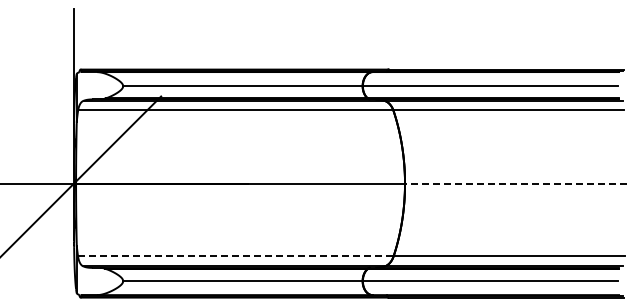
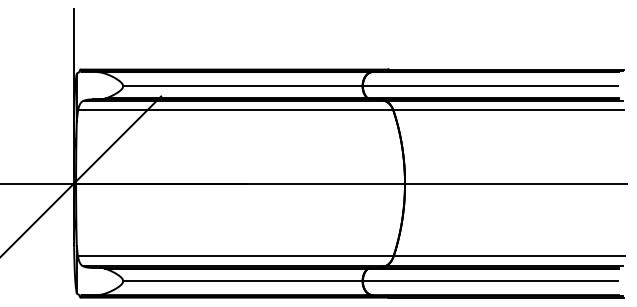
line at (515, 183): dashed -> solid
line at (235, 256): dashed -> solid
